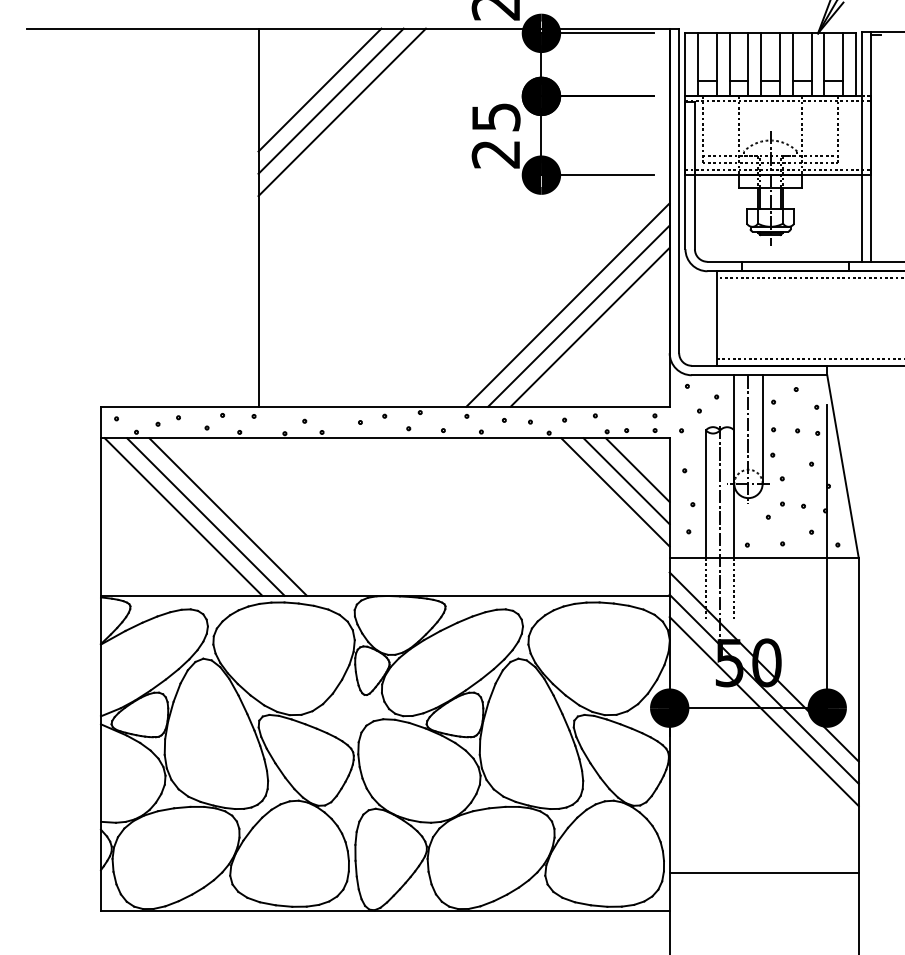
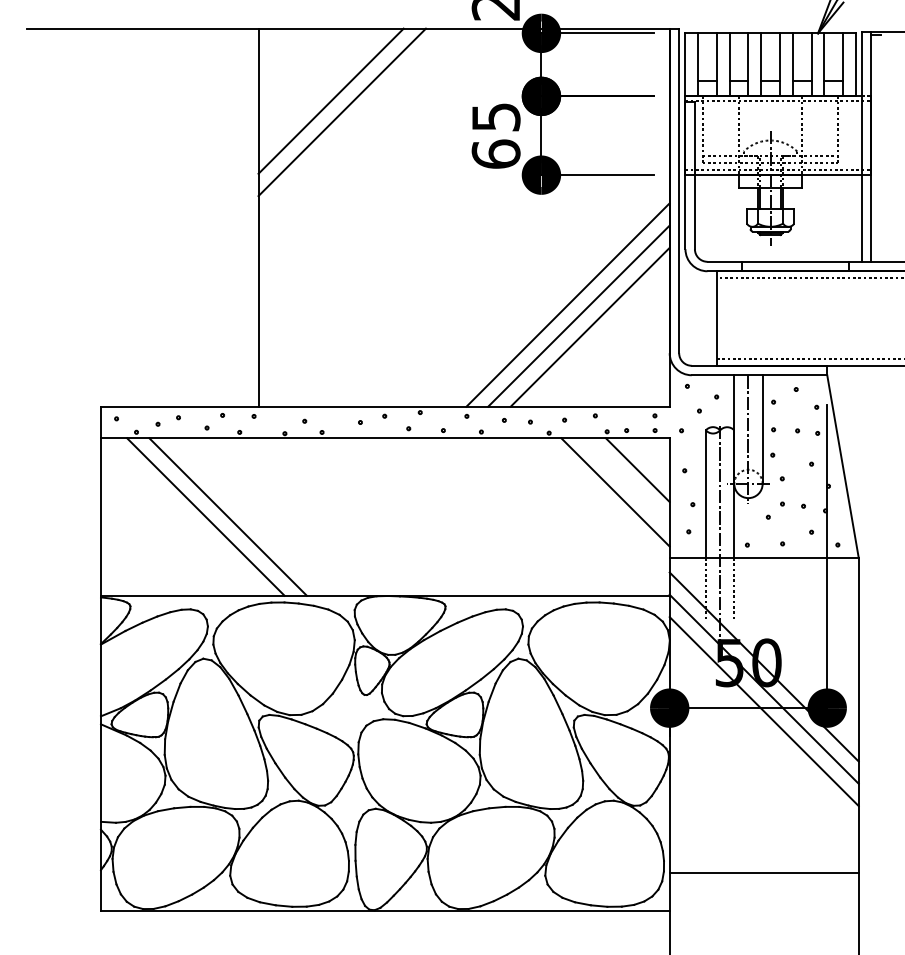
line at (319, 89): present -> none
text at (495, 153): 25 -> 65
line at (626, 481): present -> none
line at (183, 516): present -> none
